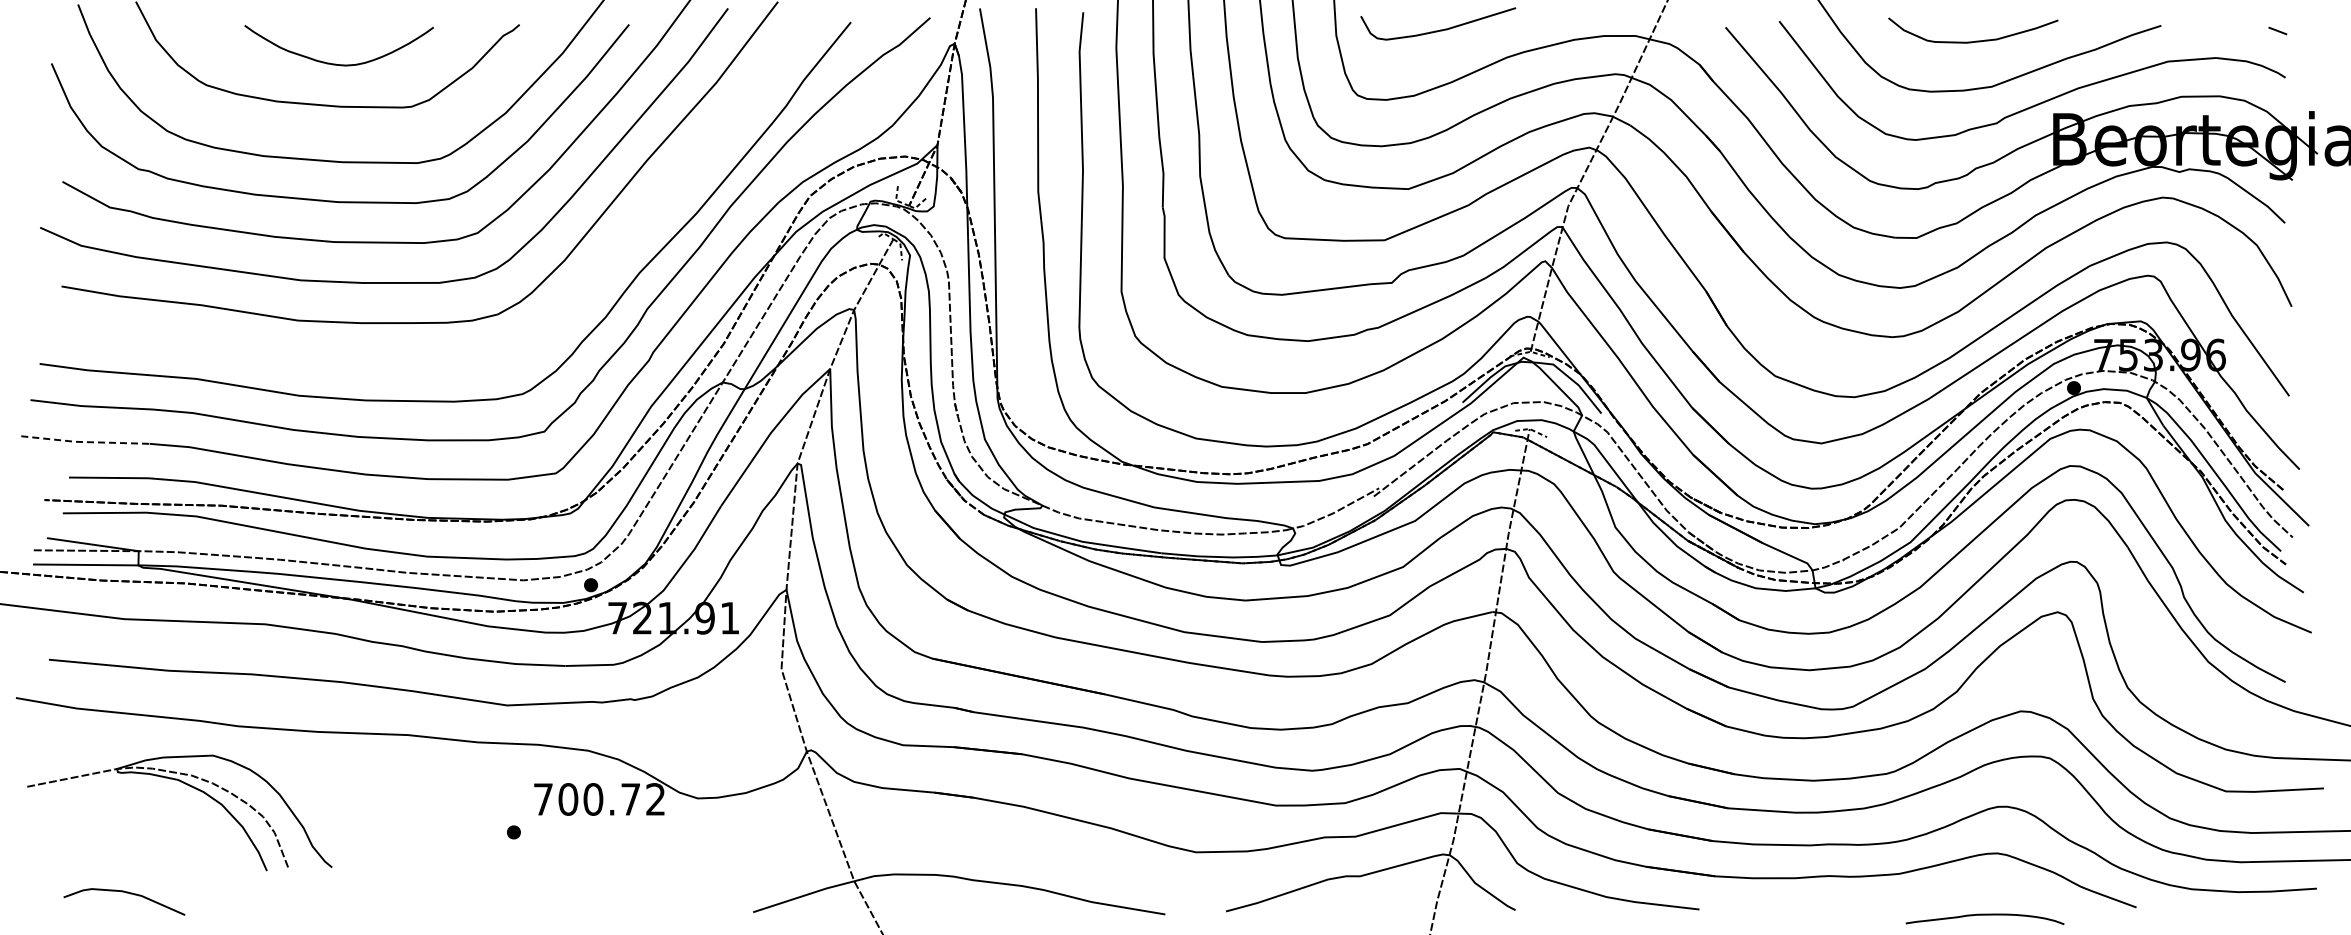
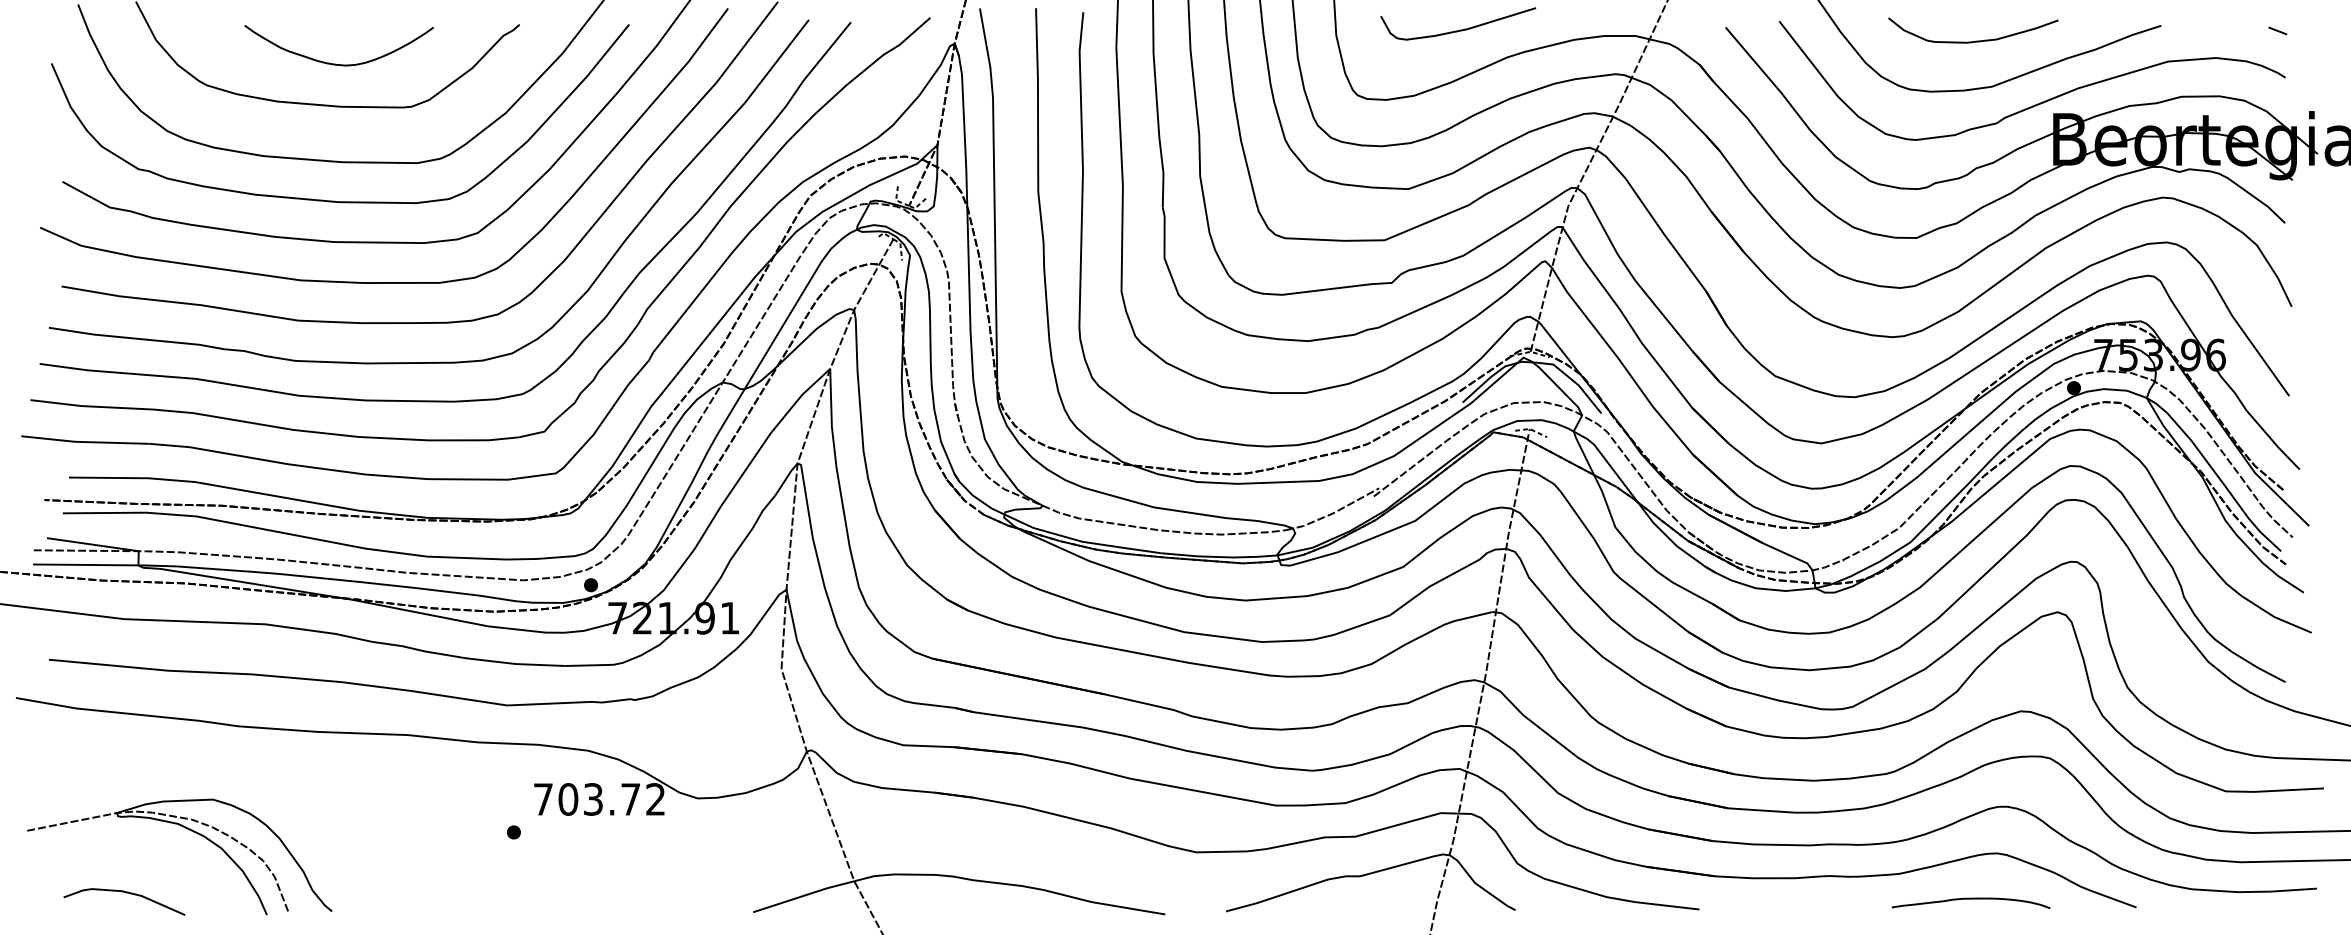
curve at (1439, 29) position: (1439, 29) -> (1459, 29)
curve at (439, 361): none -> present
line at (85, 442): dashed -> solid
part at (191, 787) position: (191, 787) -> (191, 831)
text at (593, 799): 700.72 -> 703.72
curve at (1984, 915) position: (1984, 915) -> (1970, 899)
